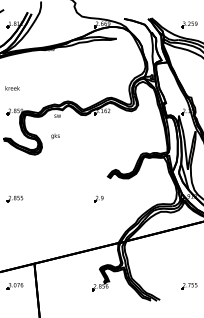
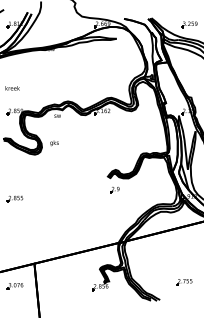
text at (55, 136) position: (55, 136) -> (54, 143)
part at (98, 199) position: (98, 199) -> (114, 190)
part at (189, 286) position: (189, 286) -> (184, 282)
